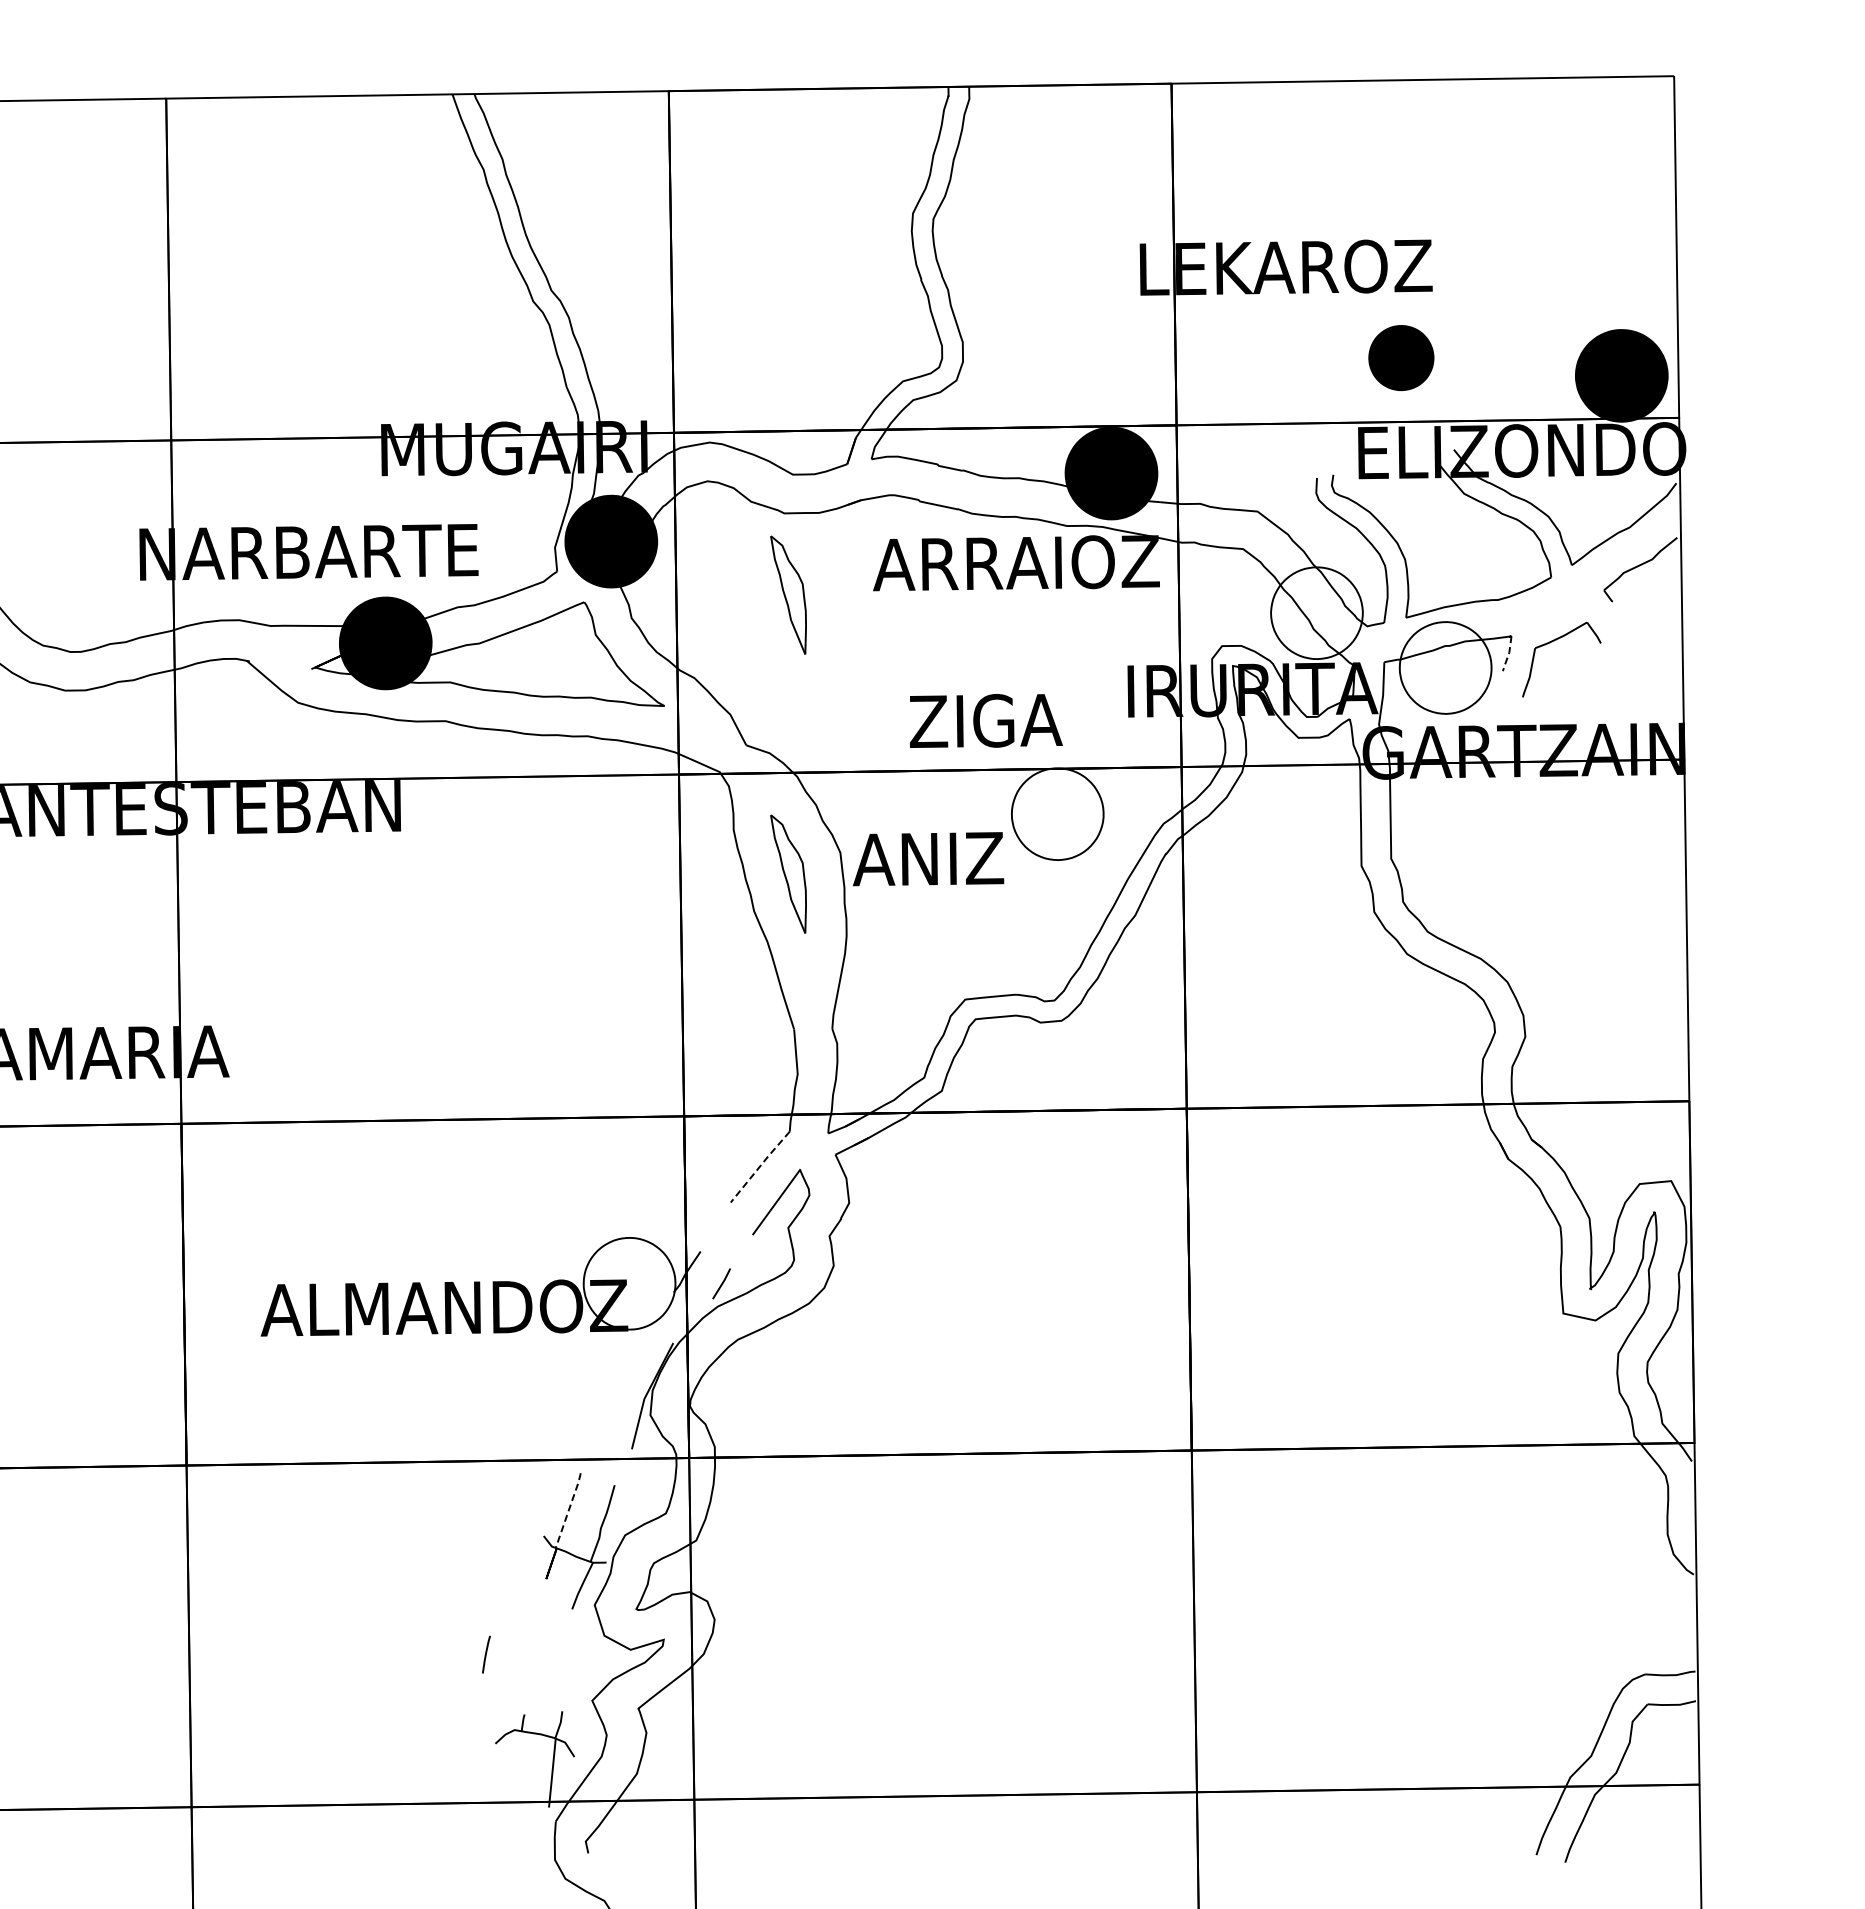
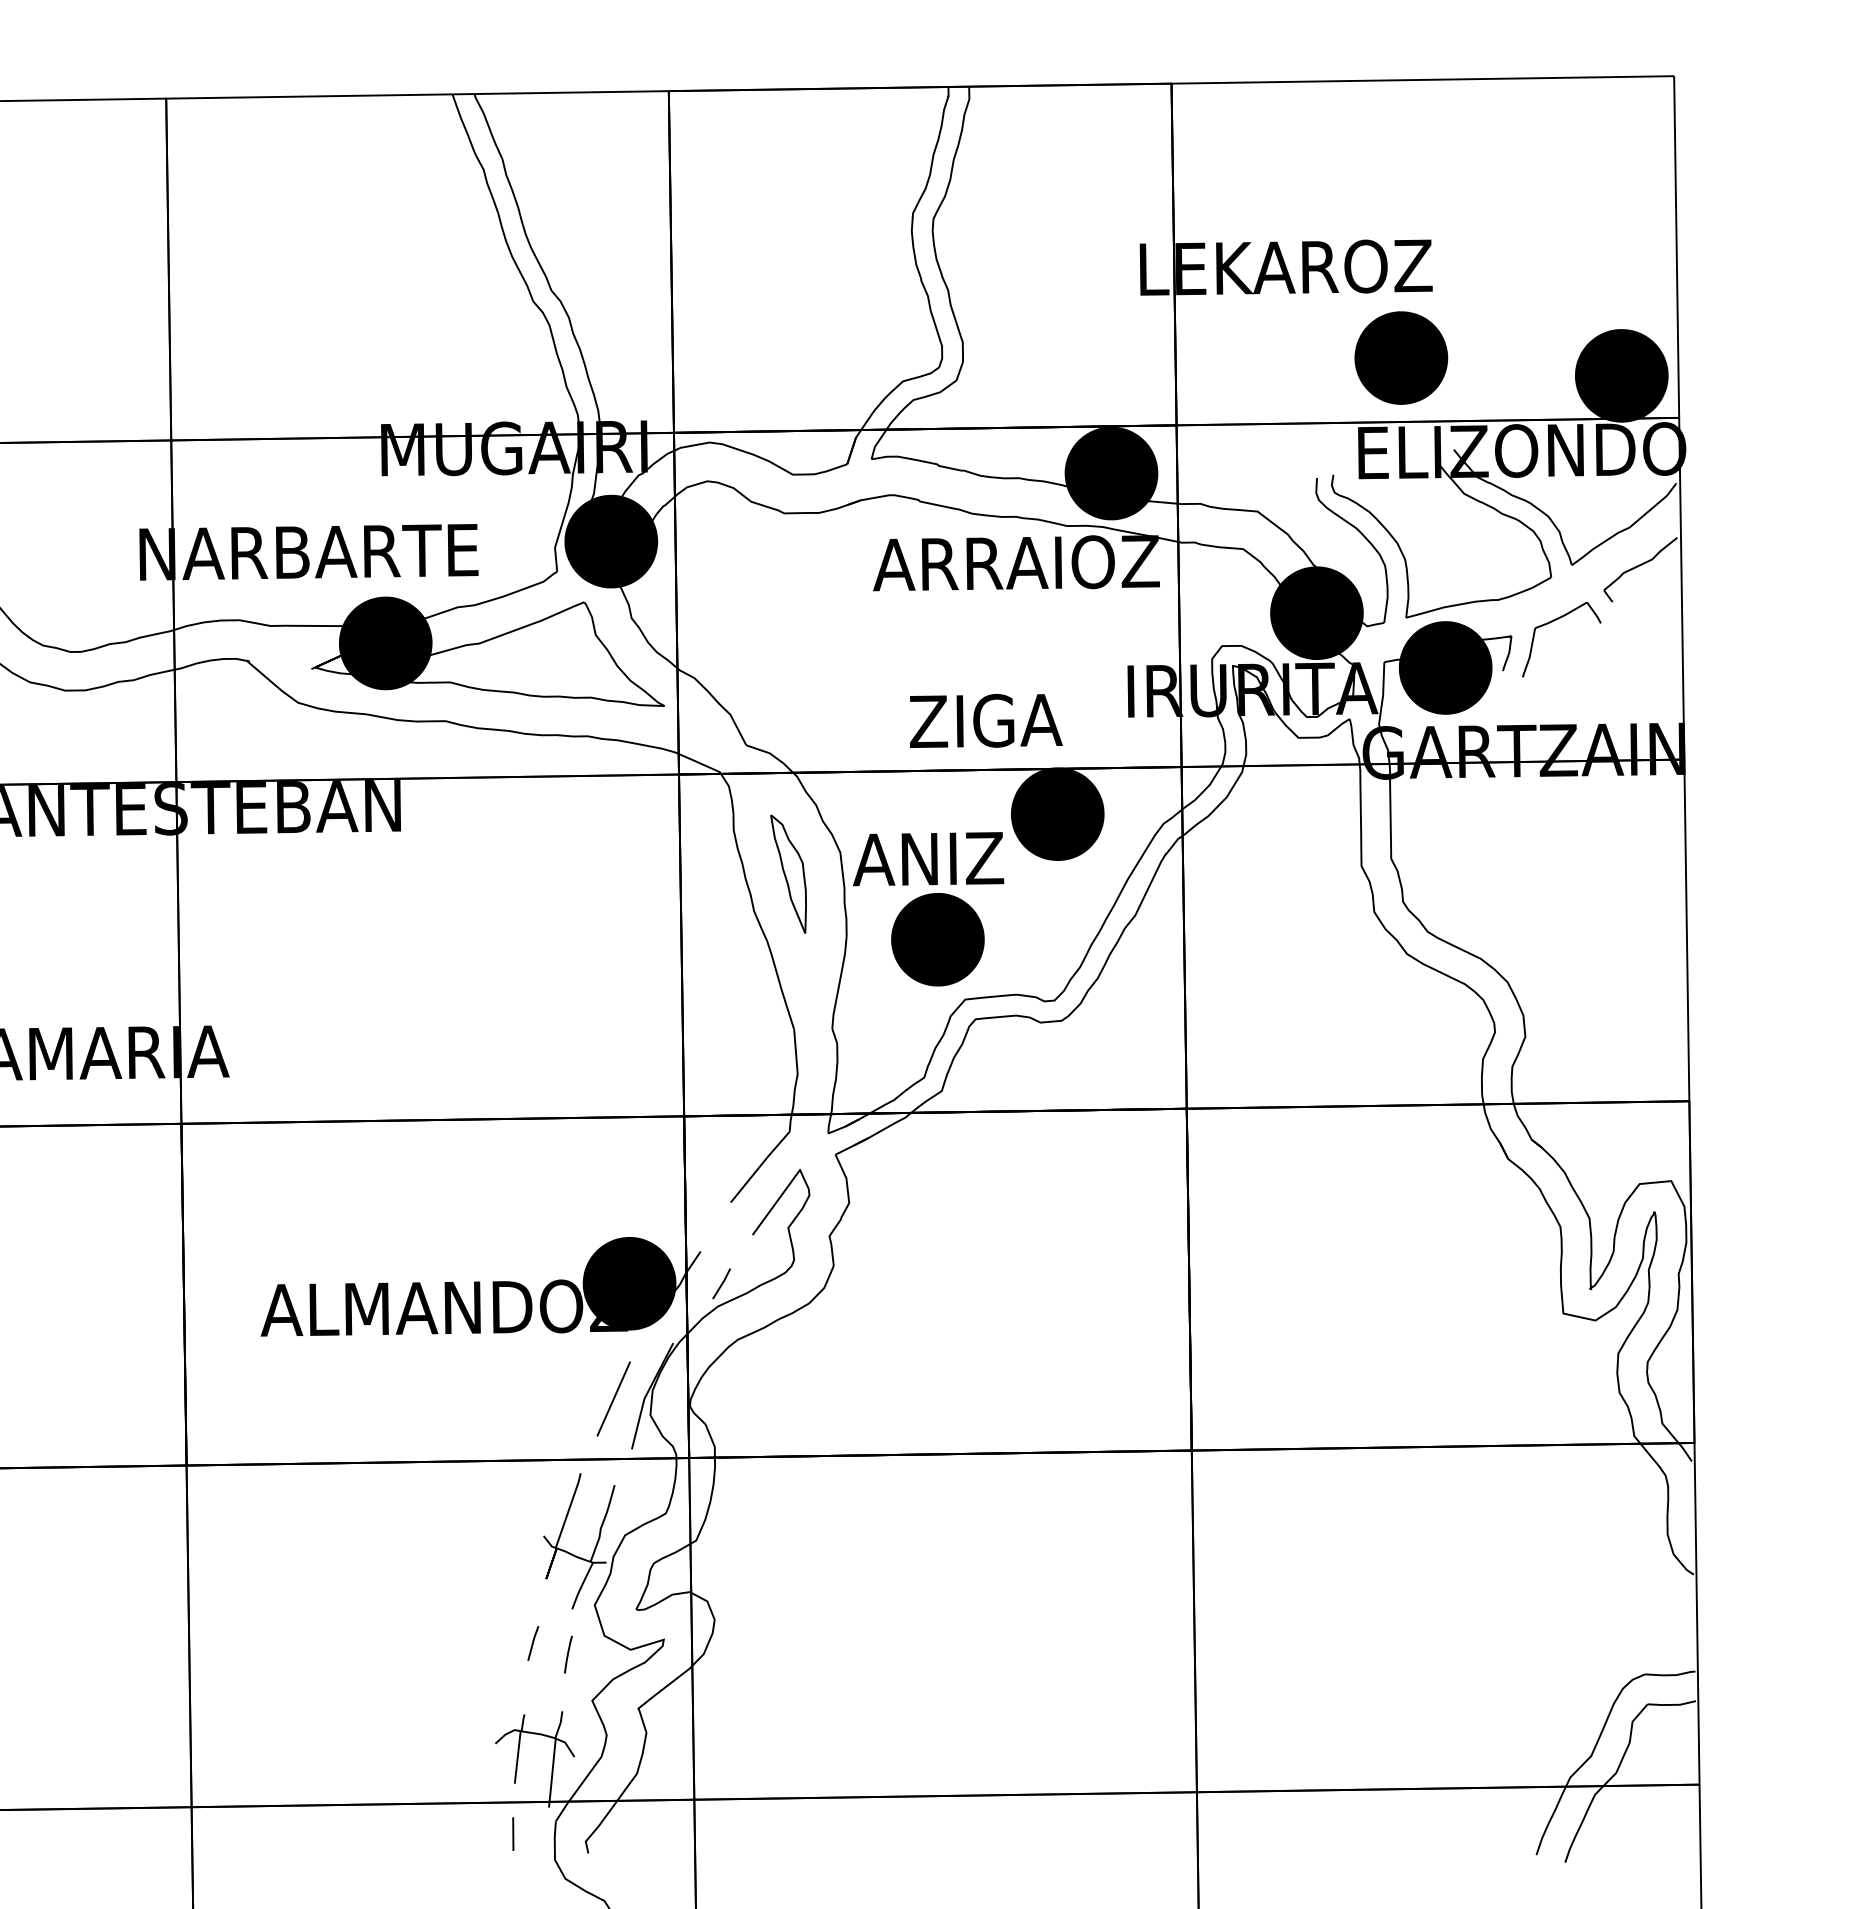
part at (1401, 358) size: 67x67 px -> 95x94 px
part at (788, 594): present -> none
fill at (1316, 613): none -> present
part at (1552, 642) position: (1552, 642) -> (1552, 622)
line at (1508, 654): dashed -> solid
fill at (1445, 667): none -> present
fill at (1057, 814): none -> present
part at (937, 939): none -> present
line at (760, 1166): dashed -> solid
fill at (629, 1283): none -> present
line at (613, 1398): none -> present
line at (568, 1510): dashed -> solid
line at (533, 1643): none -> present
line at (486, 1654) position: (486, 1654) -> (568, 1654)
line at (517, 1756): none -> present
line at (513, 1834): none -> present
